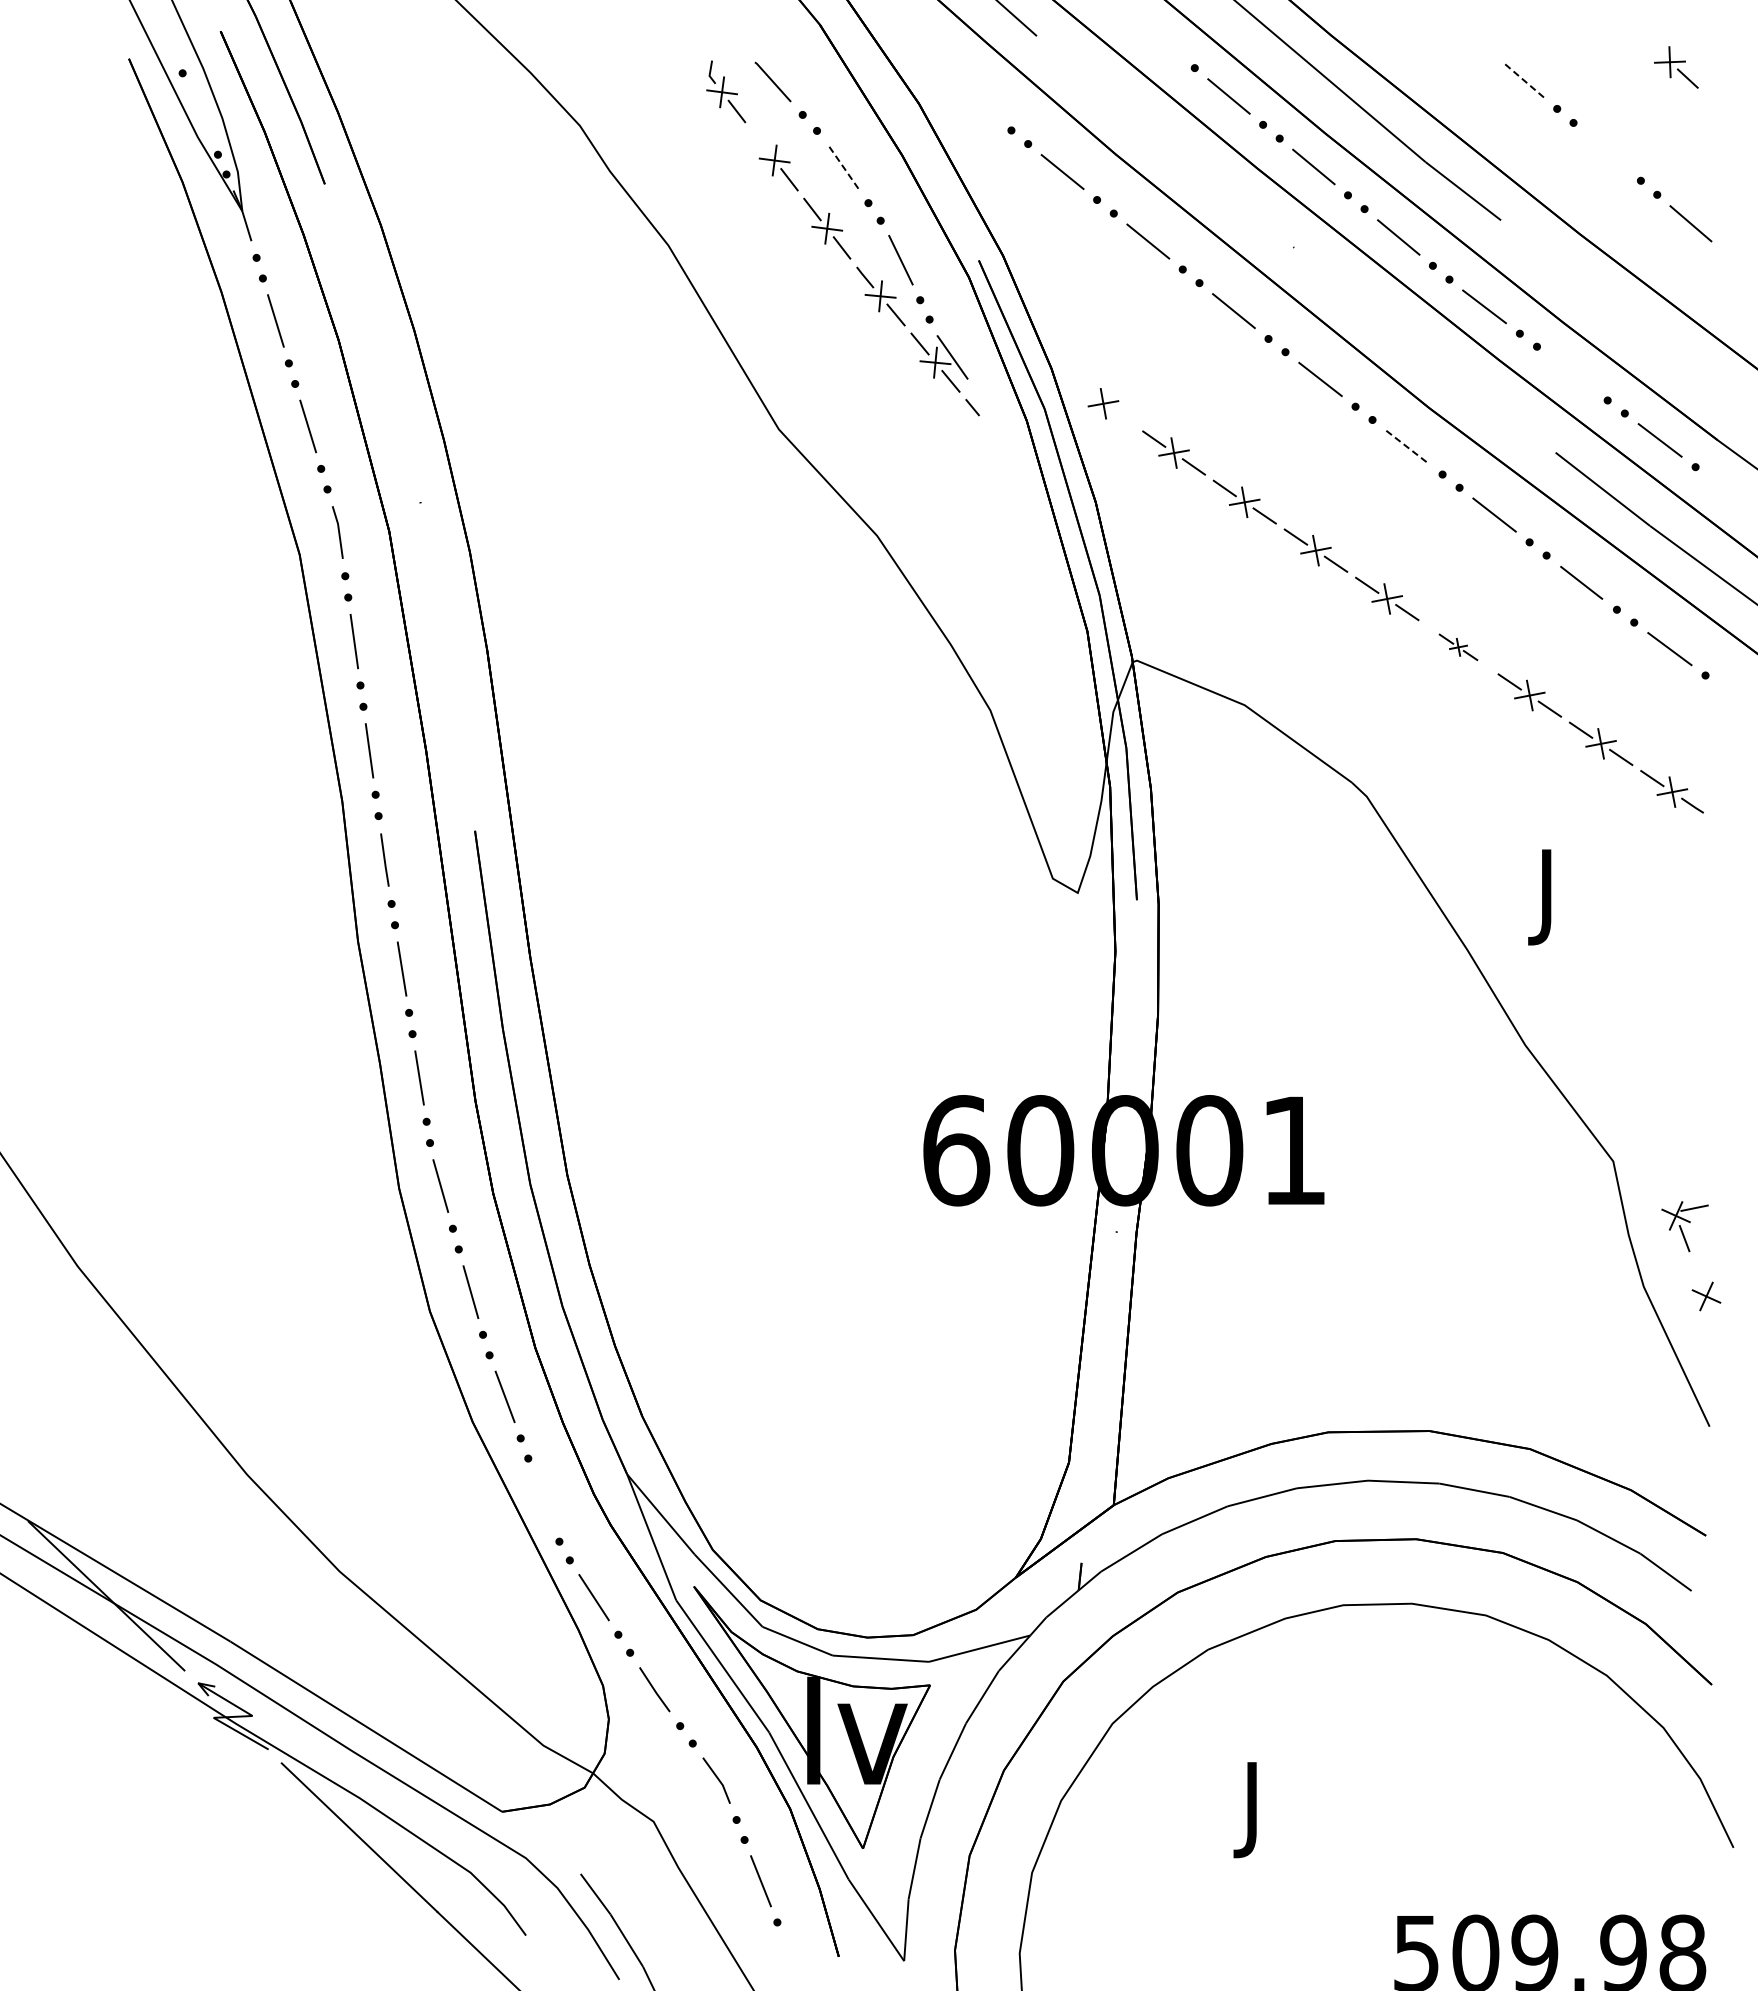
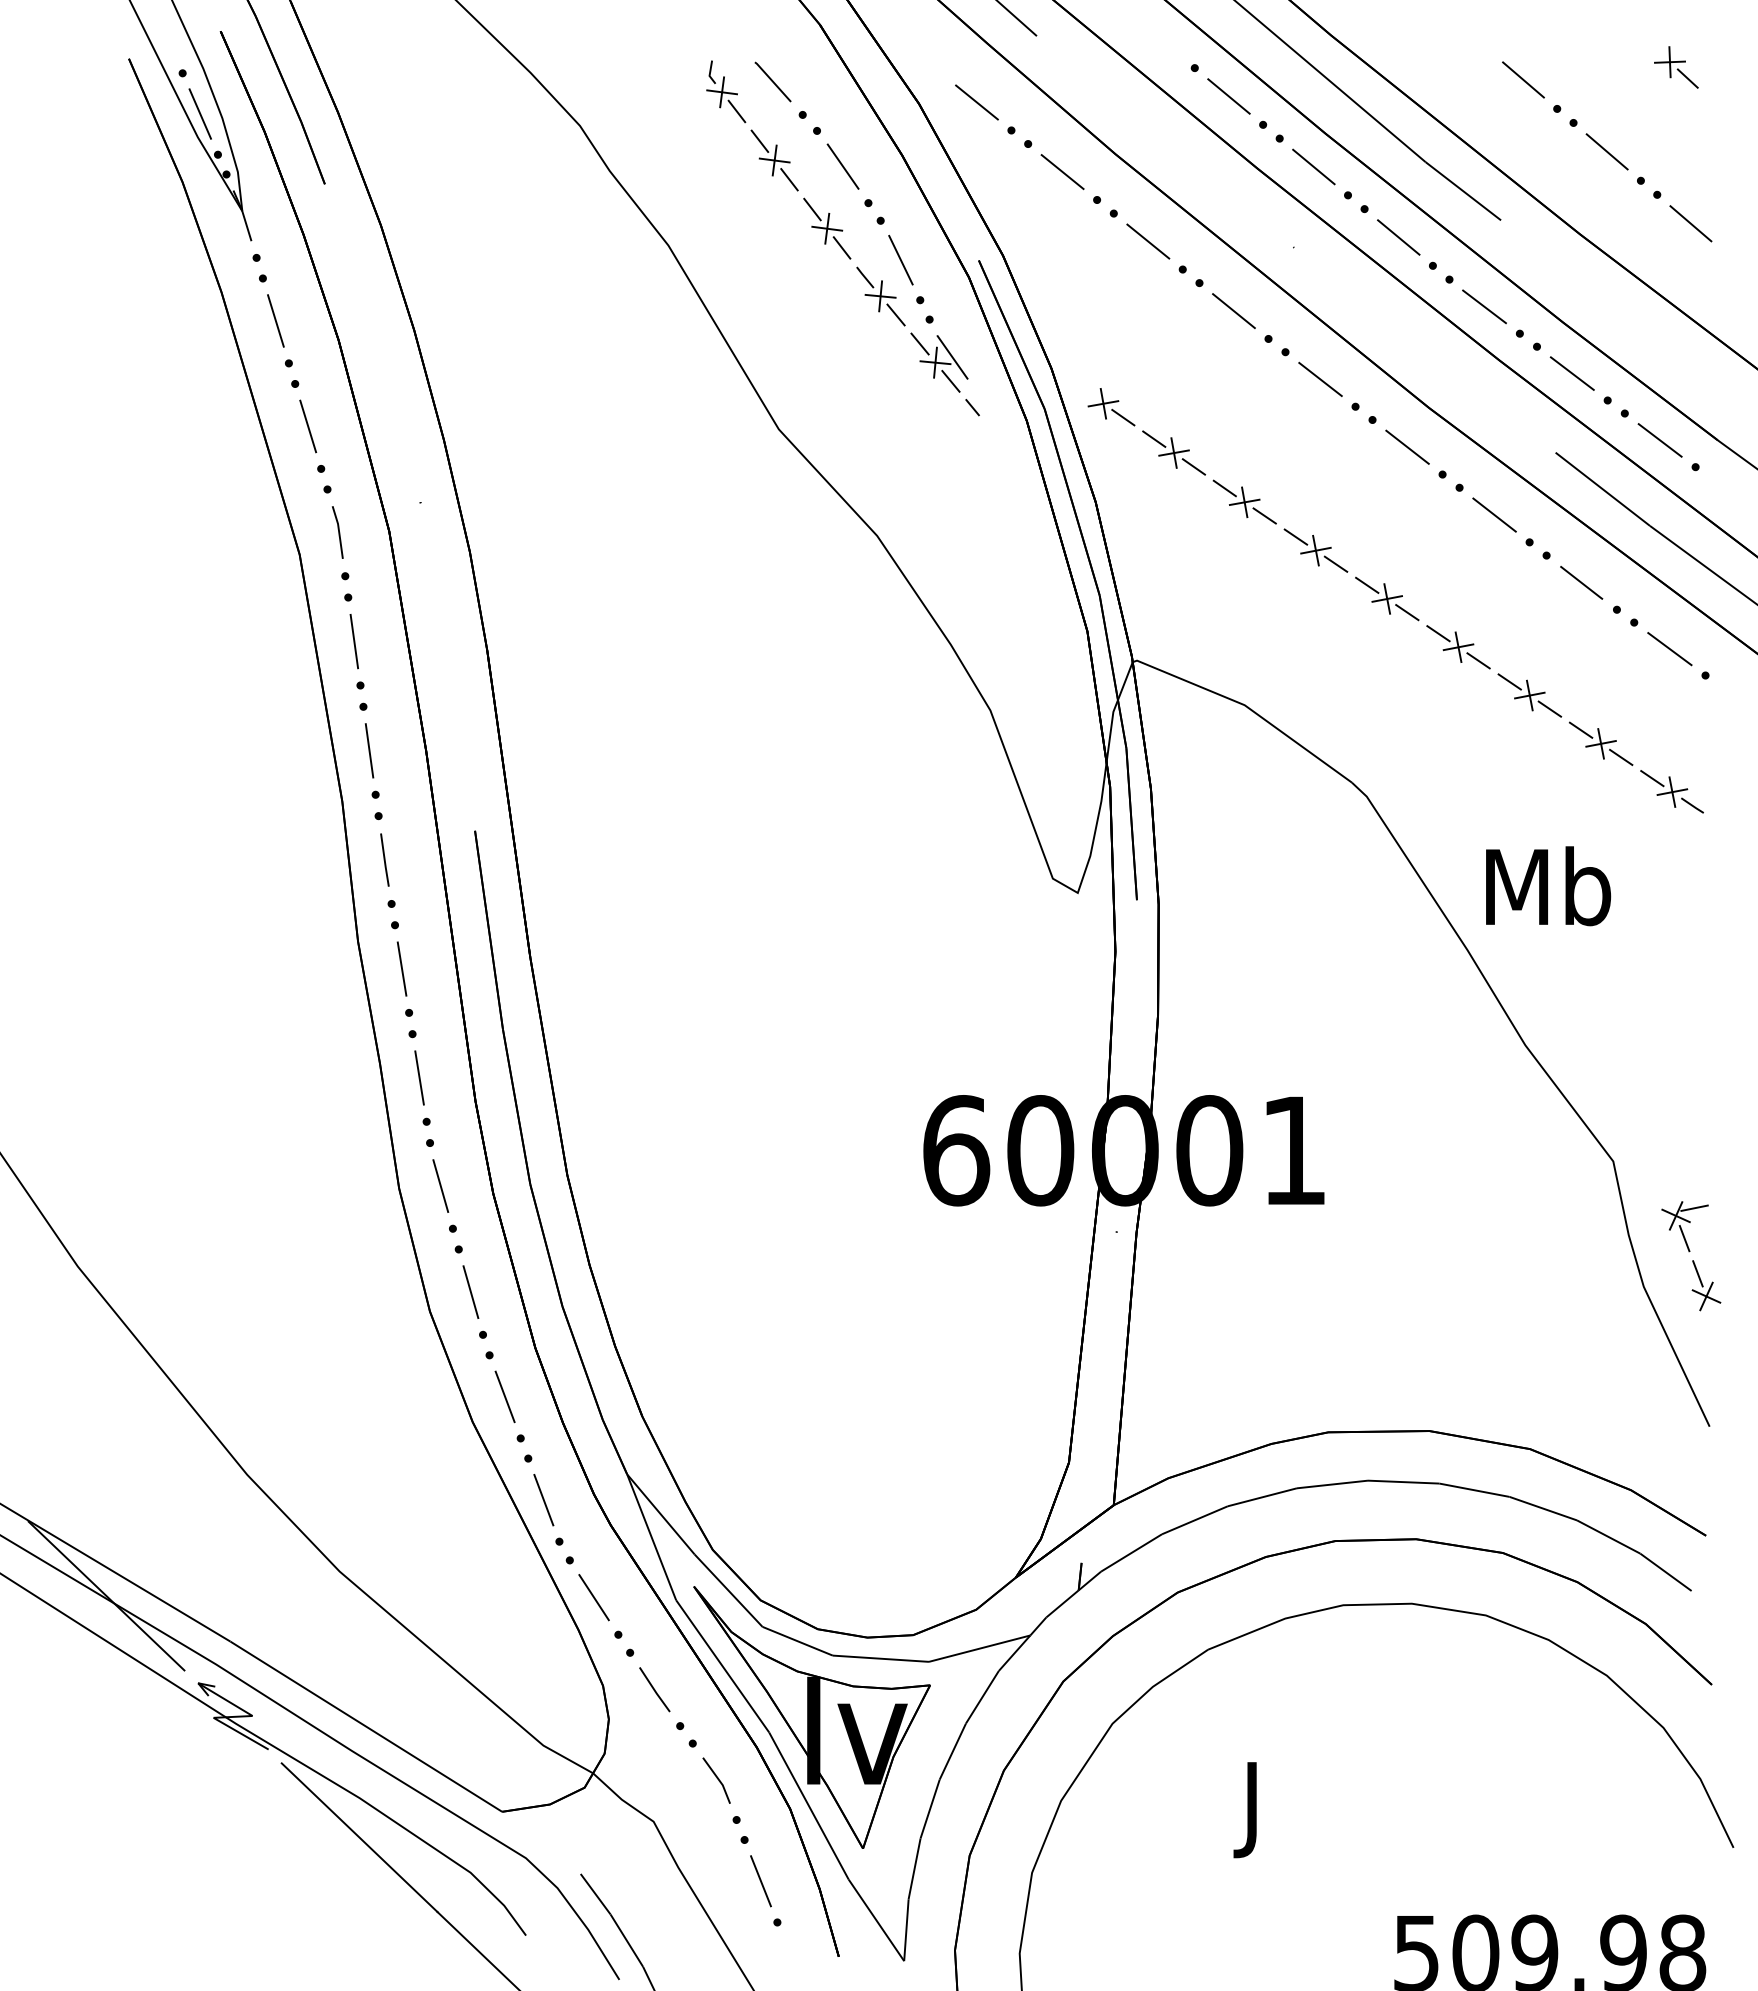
line at (1523, 79): dashed -> solid
line at (976, 102): none -> present
line at (199, 113): none -> present
line at (759, 141): none -> present
line at (1606, 151): none -> present
line at (843, 166): dashed -> solid
line at (1571, 373): none -> present
line at (1123, 417): none -> present
line at (1407, 447): dashed -> solid
part at (1458, 647) size: 41x29 px -> 65x45 px
text at (1548, 895): J -> Mb
line at (1697, 1273): none -> present
line at (543, 1500): none -> present
